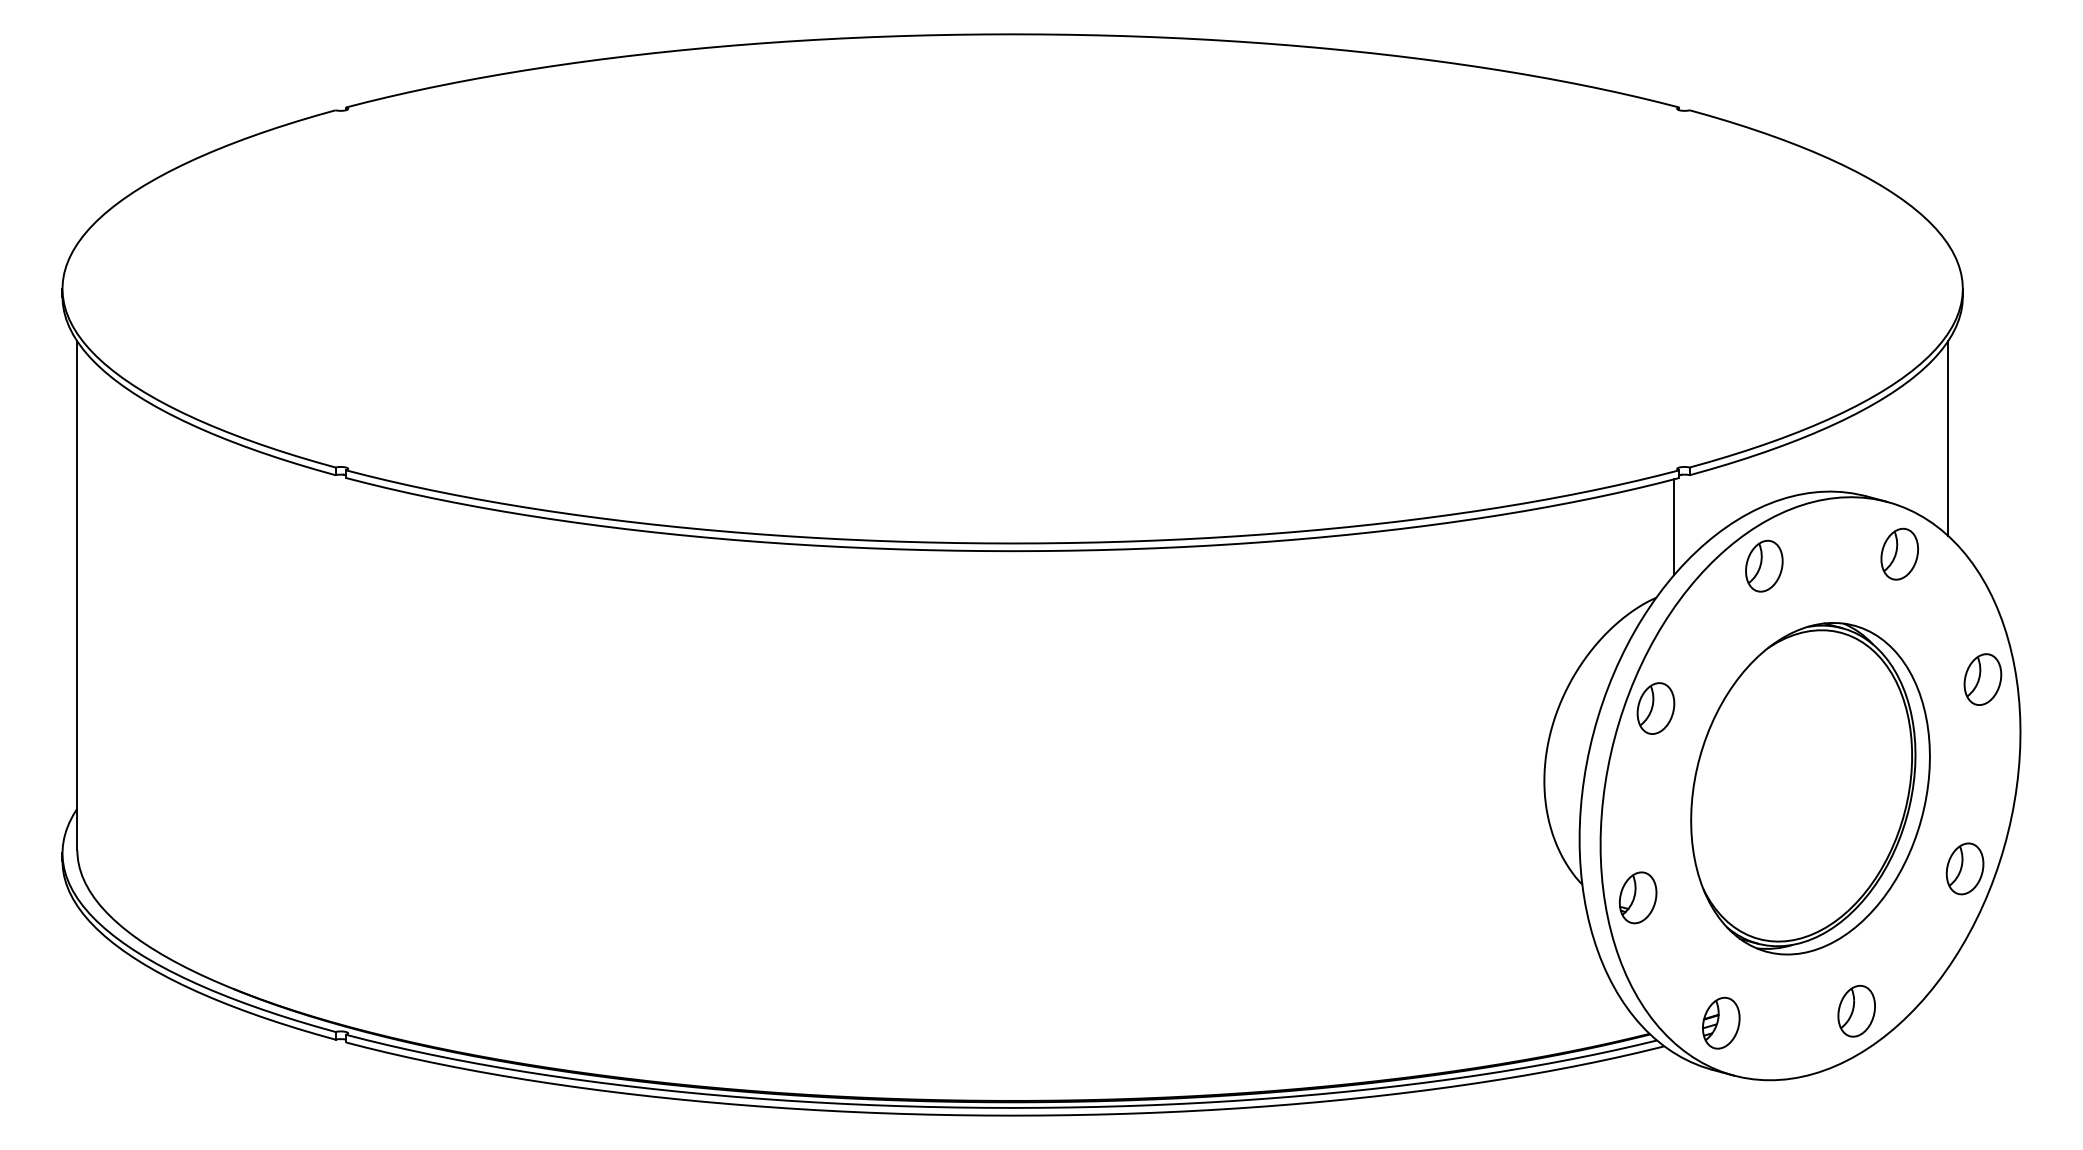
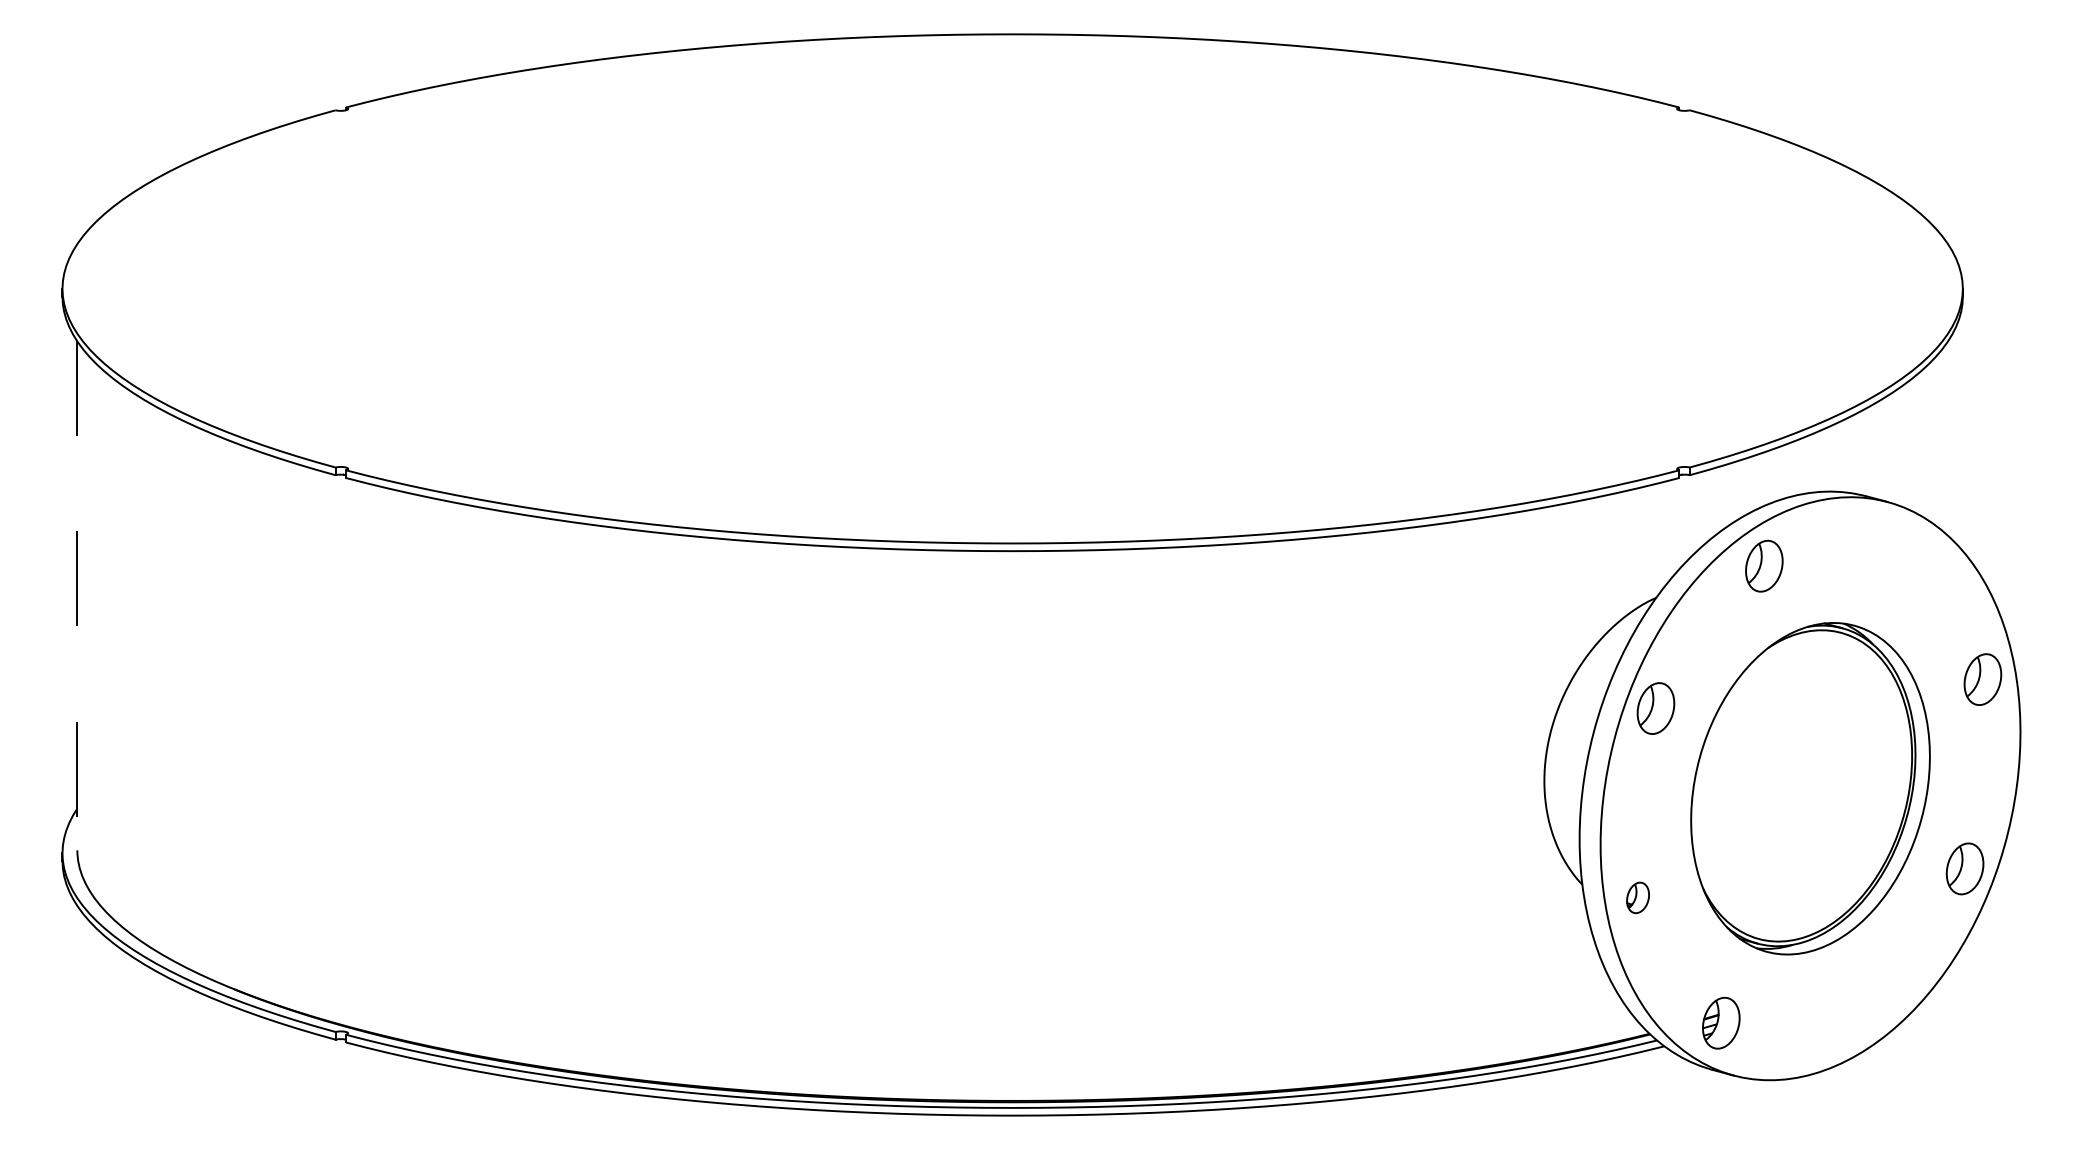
line at (1948, 438): present -> none
line at (1674, 527): present -> none
part at (1899, 553): present -> none
line at (77, 596): solid -> dashed
part at (1637, 897) size: 40x54 px -> 24x34 px
part at (1856, 1010): present -> none
